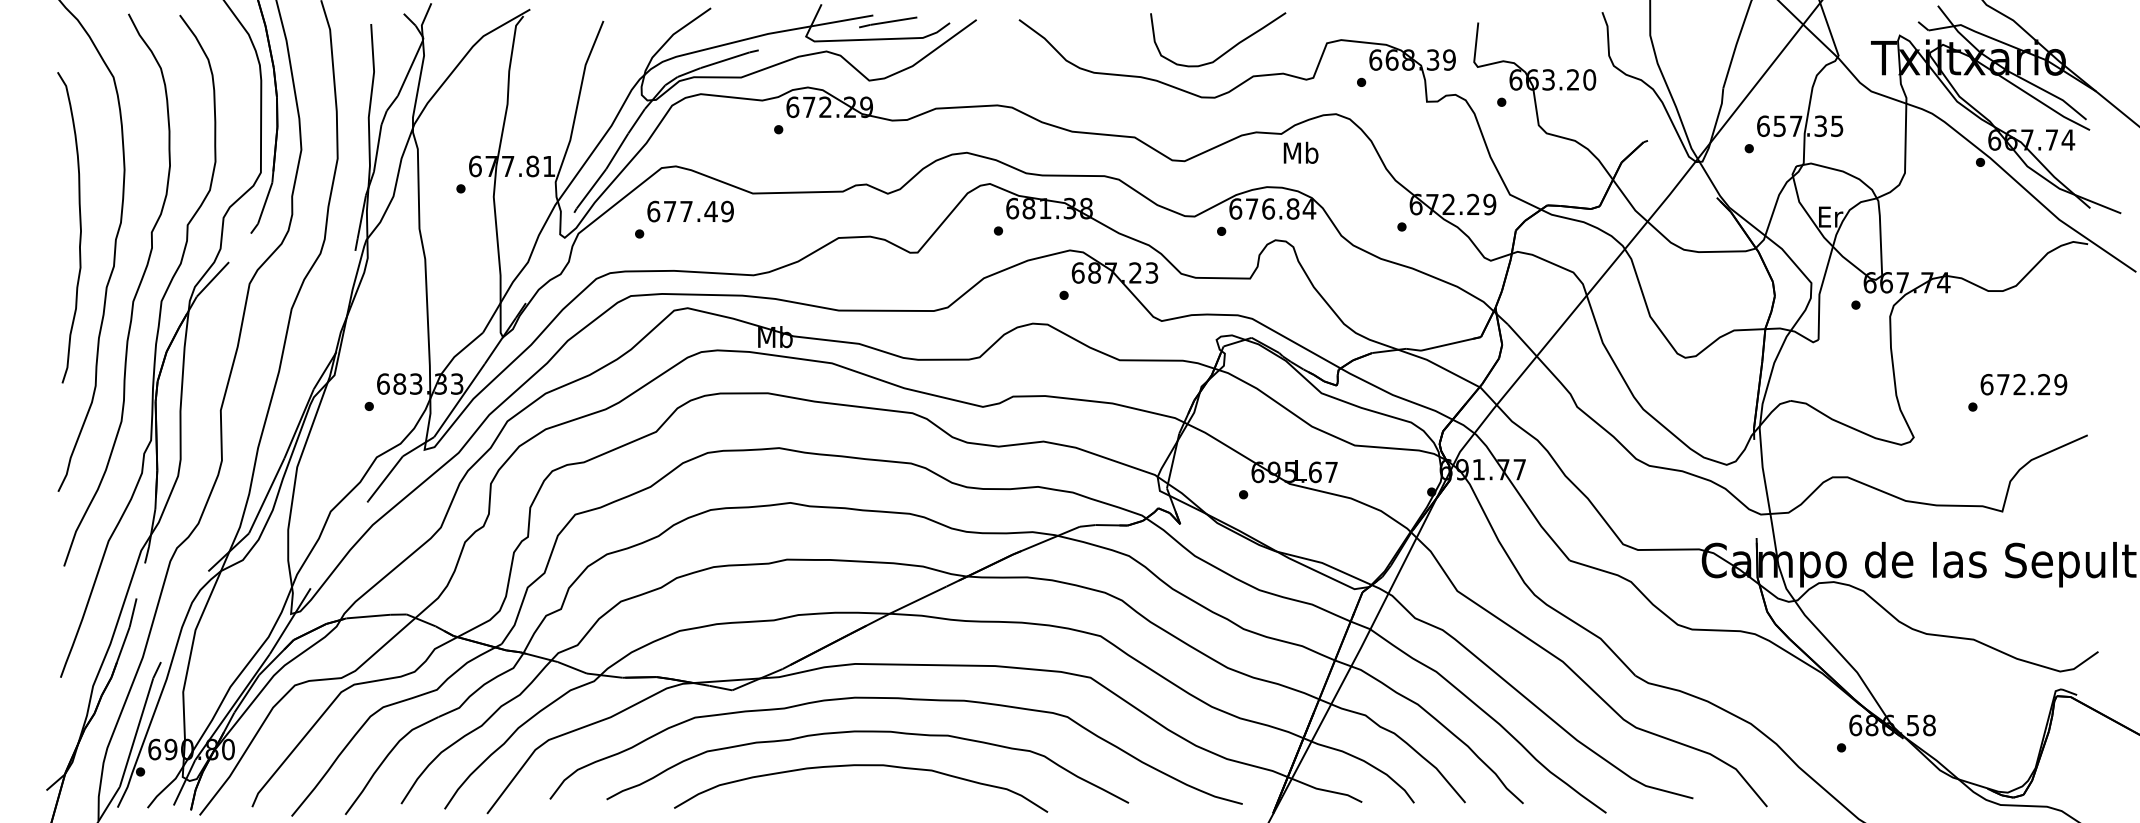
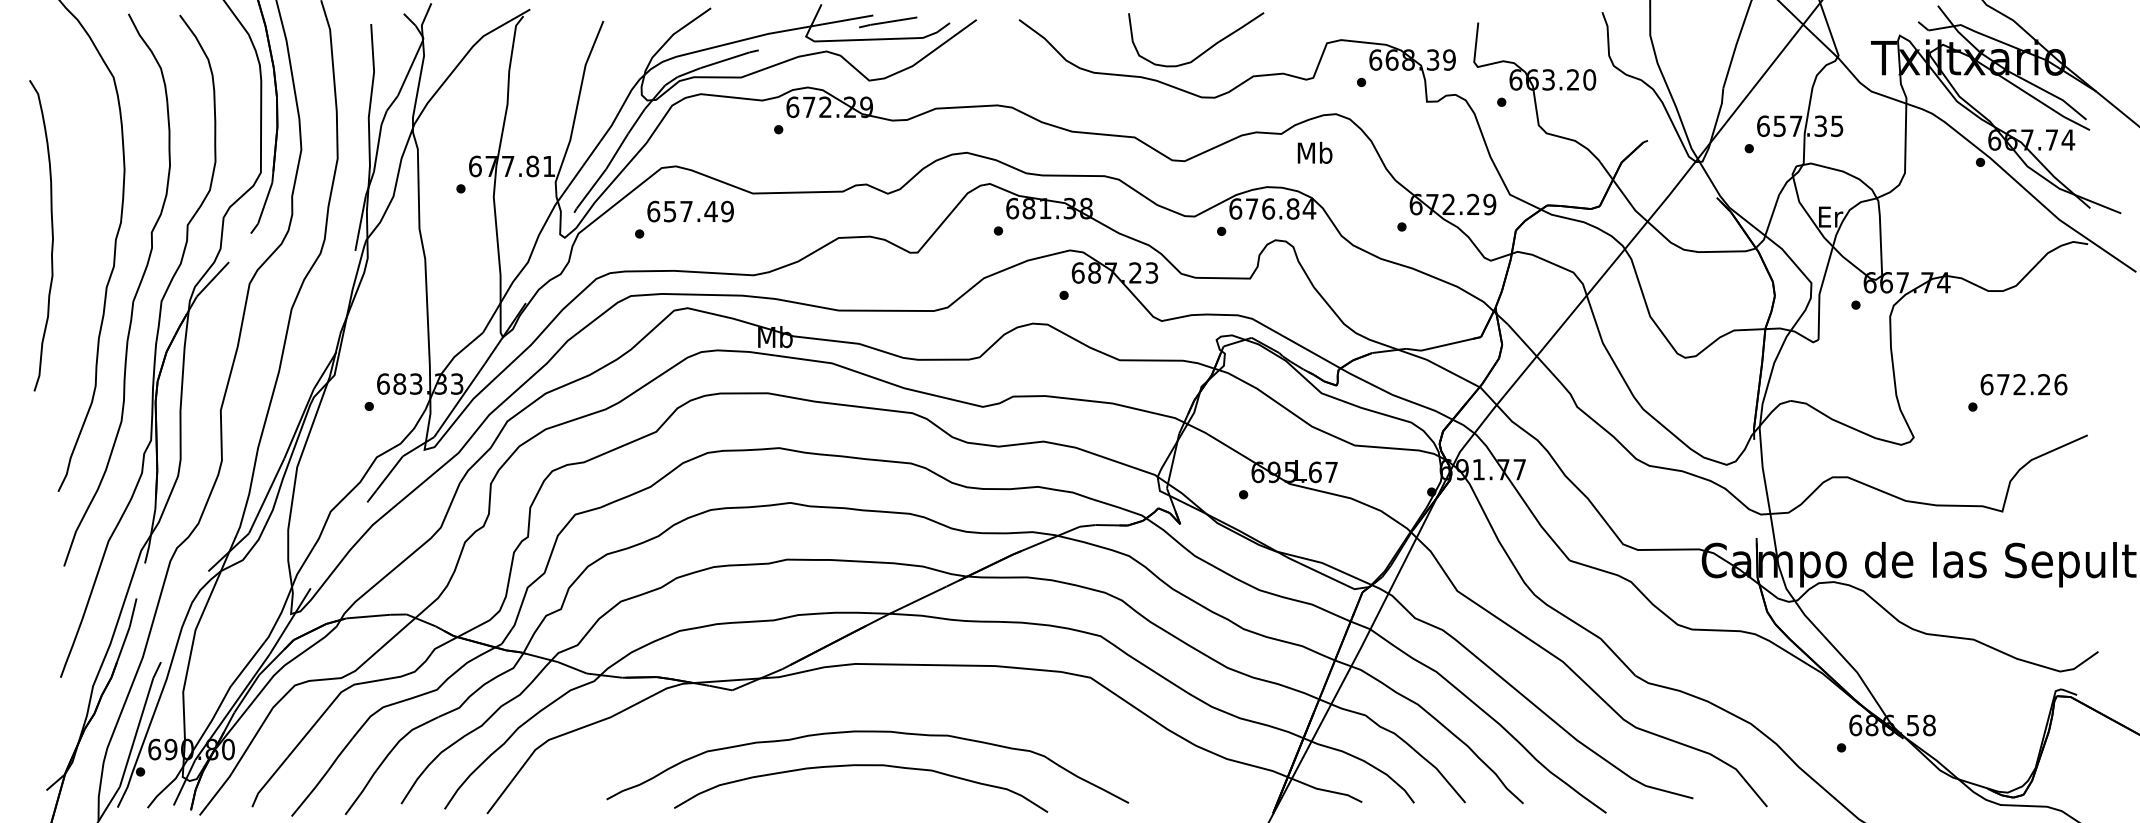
curve at (1225, 51) position: (1225, 51) -> (1203, 51)
text at (1300, 152) position: (1300, 152) -> (1314, 152)
text at (670, 211): 677.49 -> 657.49
curve at (79, 226) position: (79, 226) -> (51, 234)
text at (2060, 384): 672.29 -> 672.26
curve at (895, 699): present -> none
